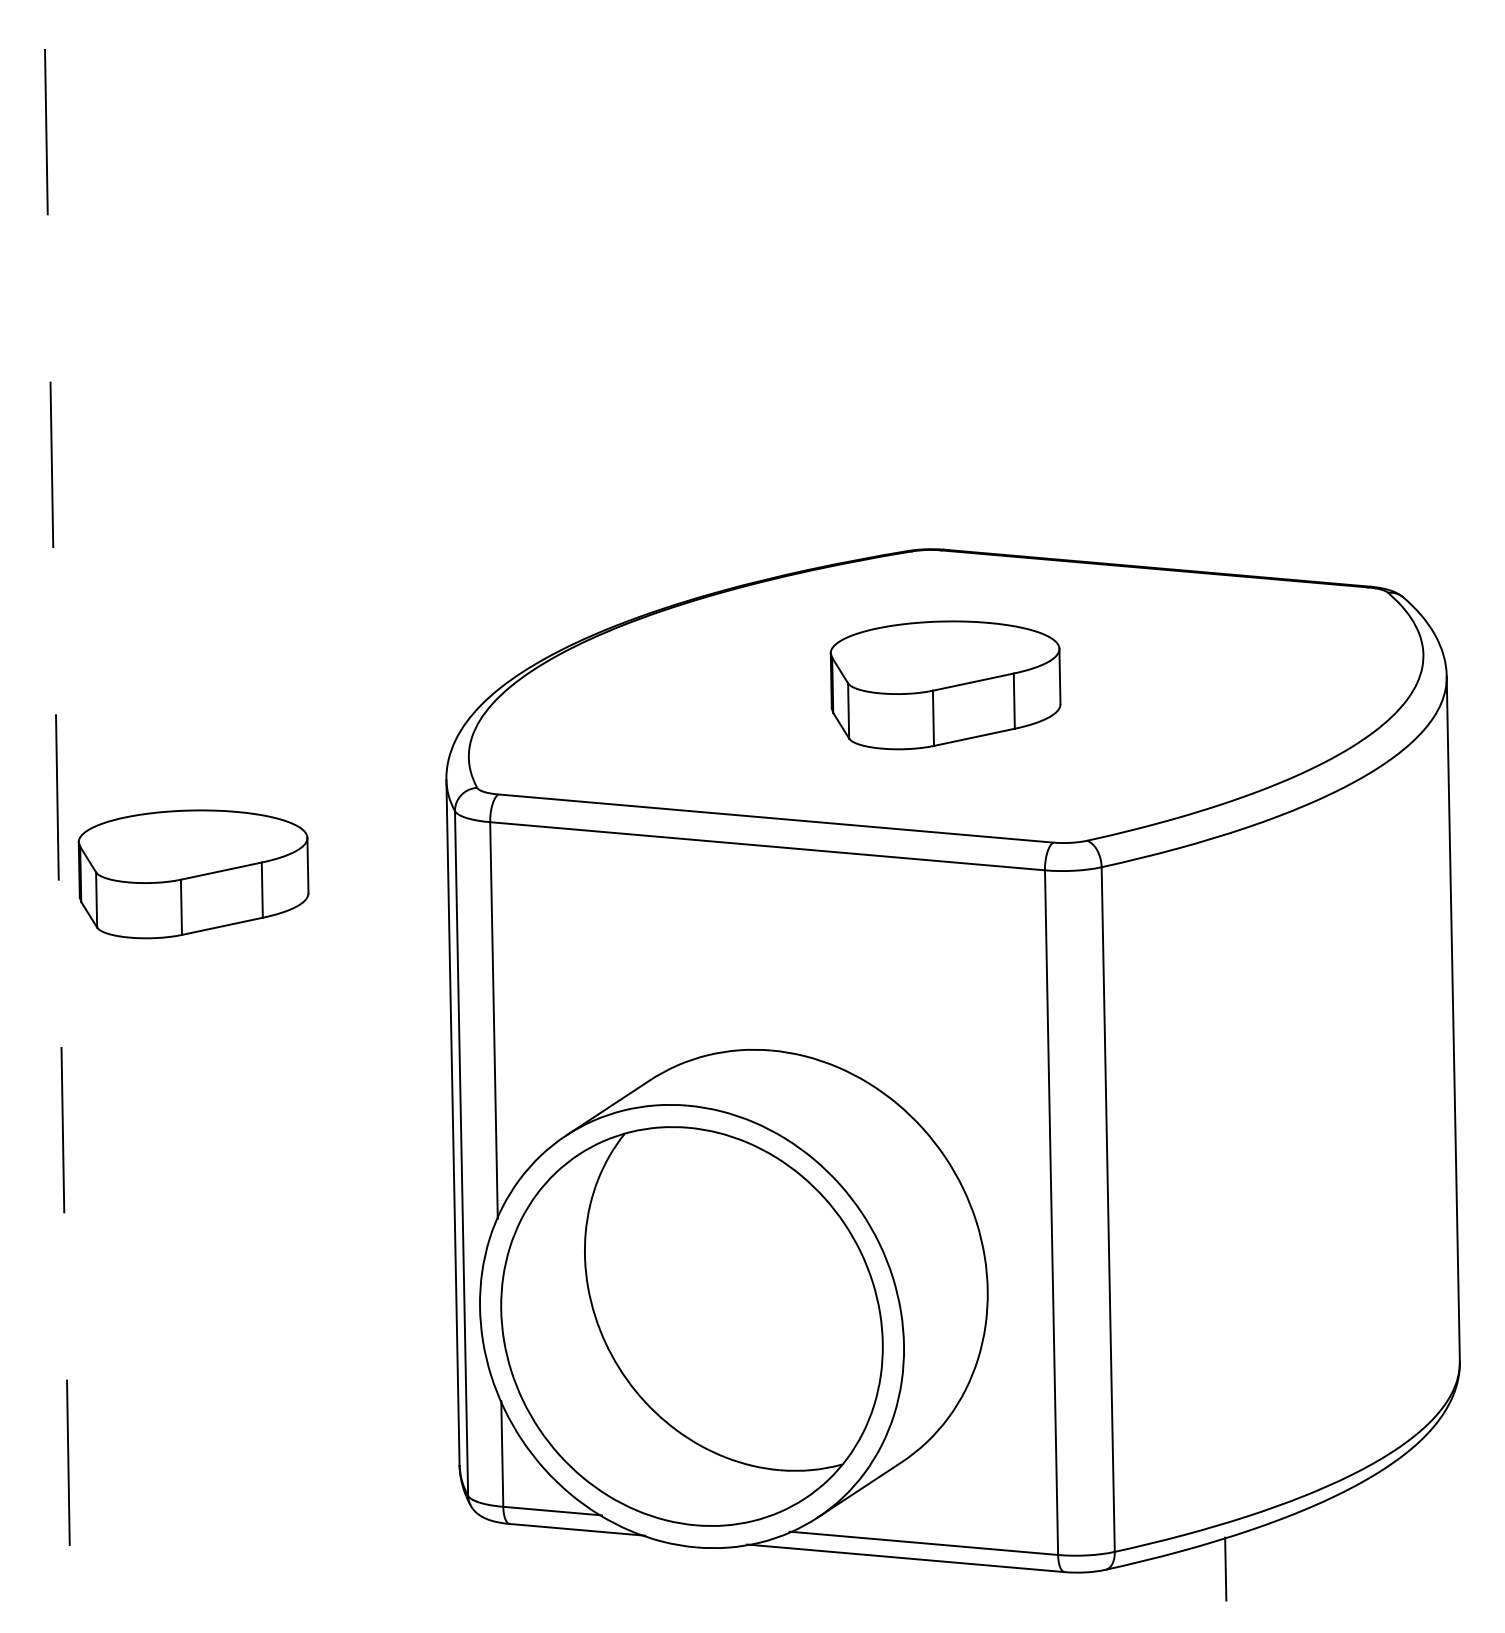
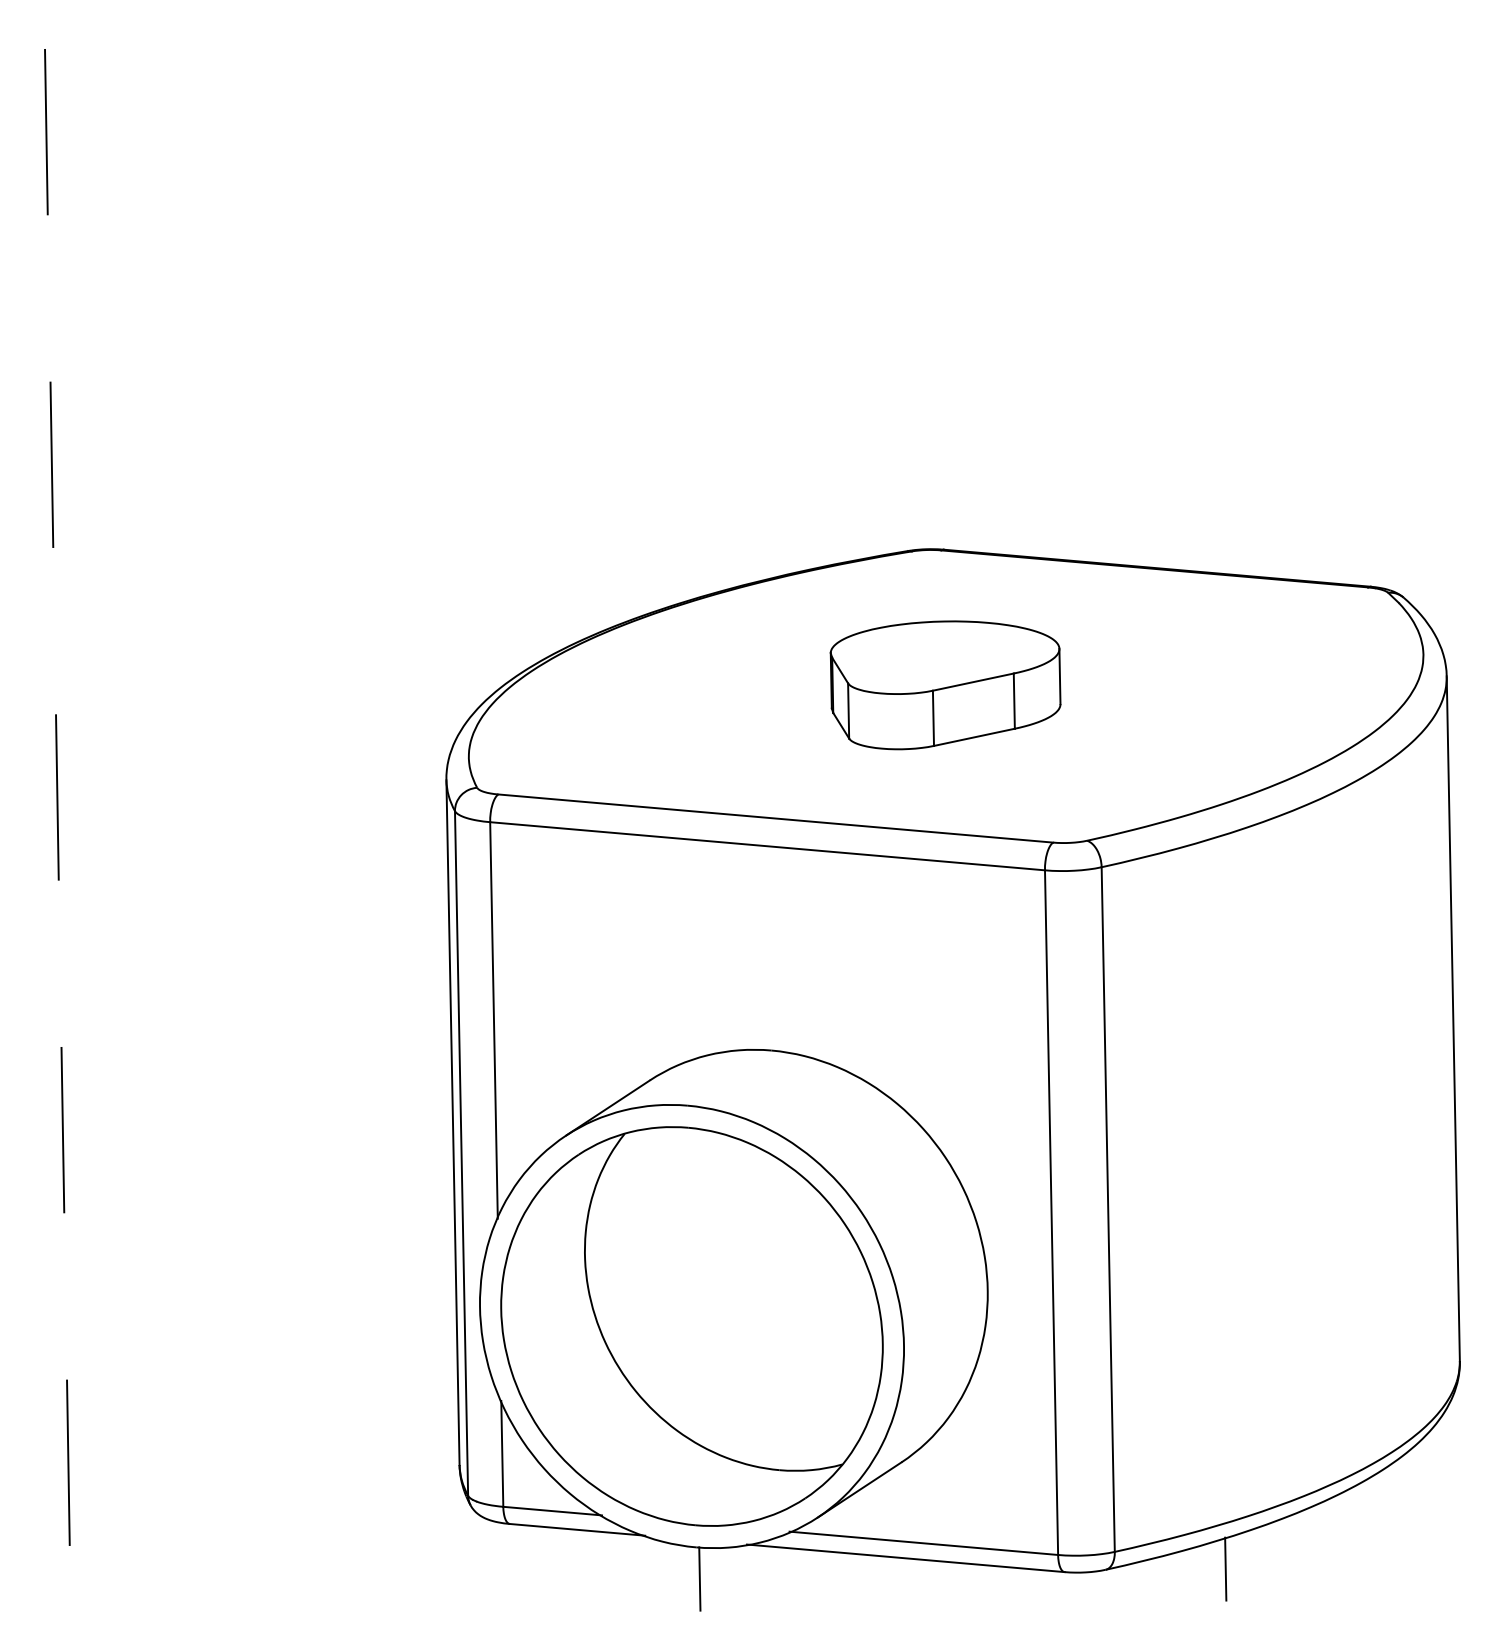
part at (193, 874): present -> none
line at (699, 1578): none -> present
